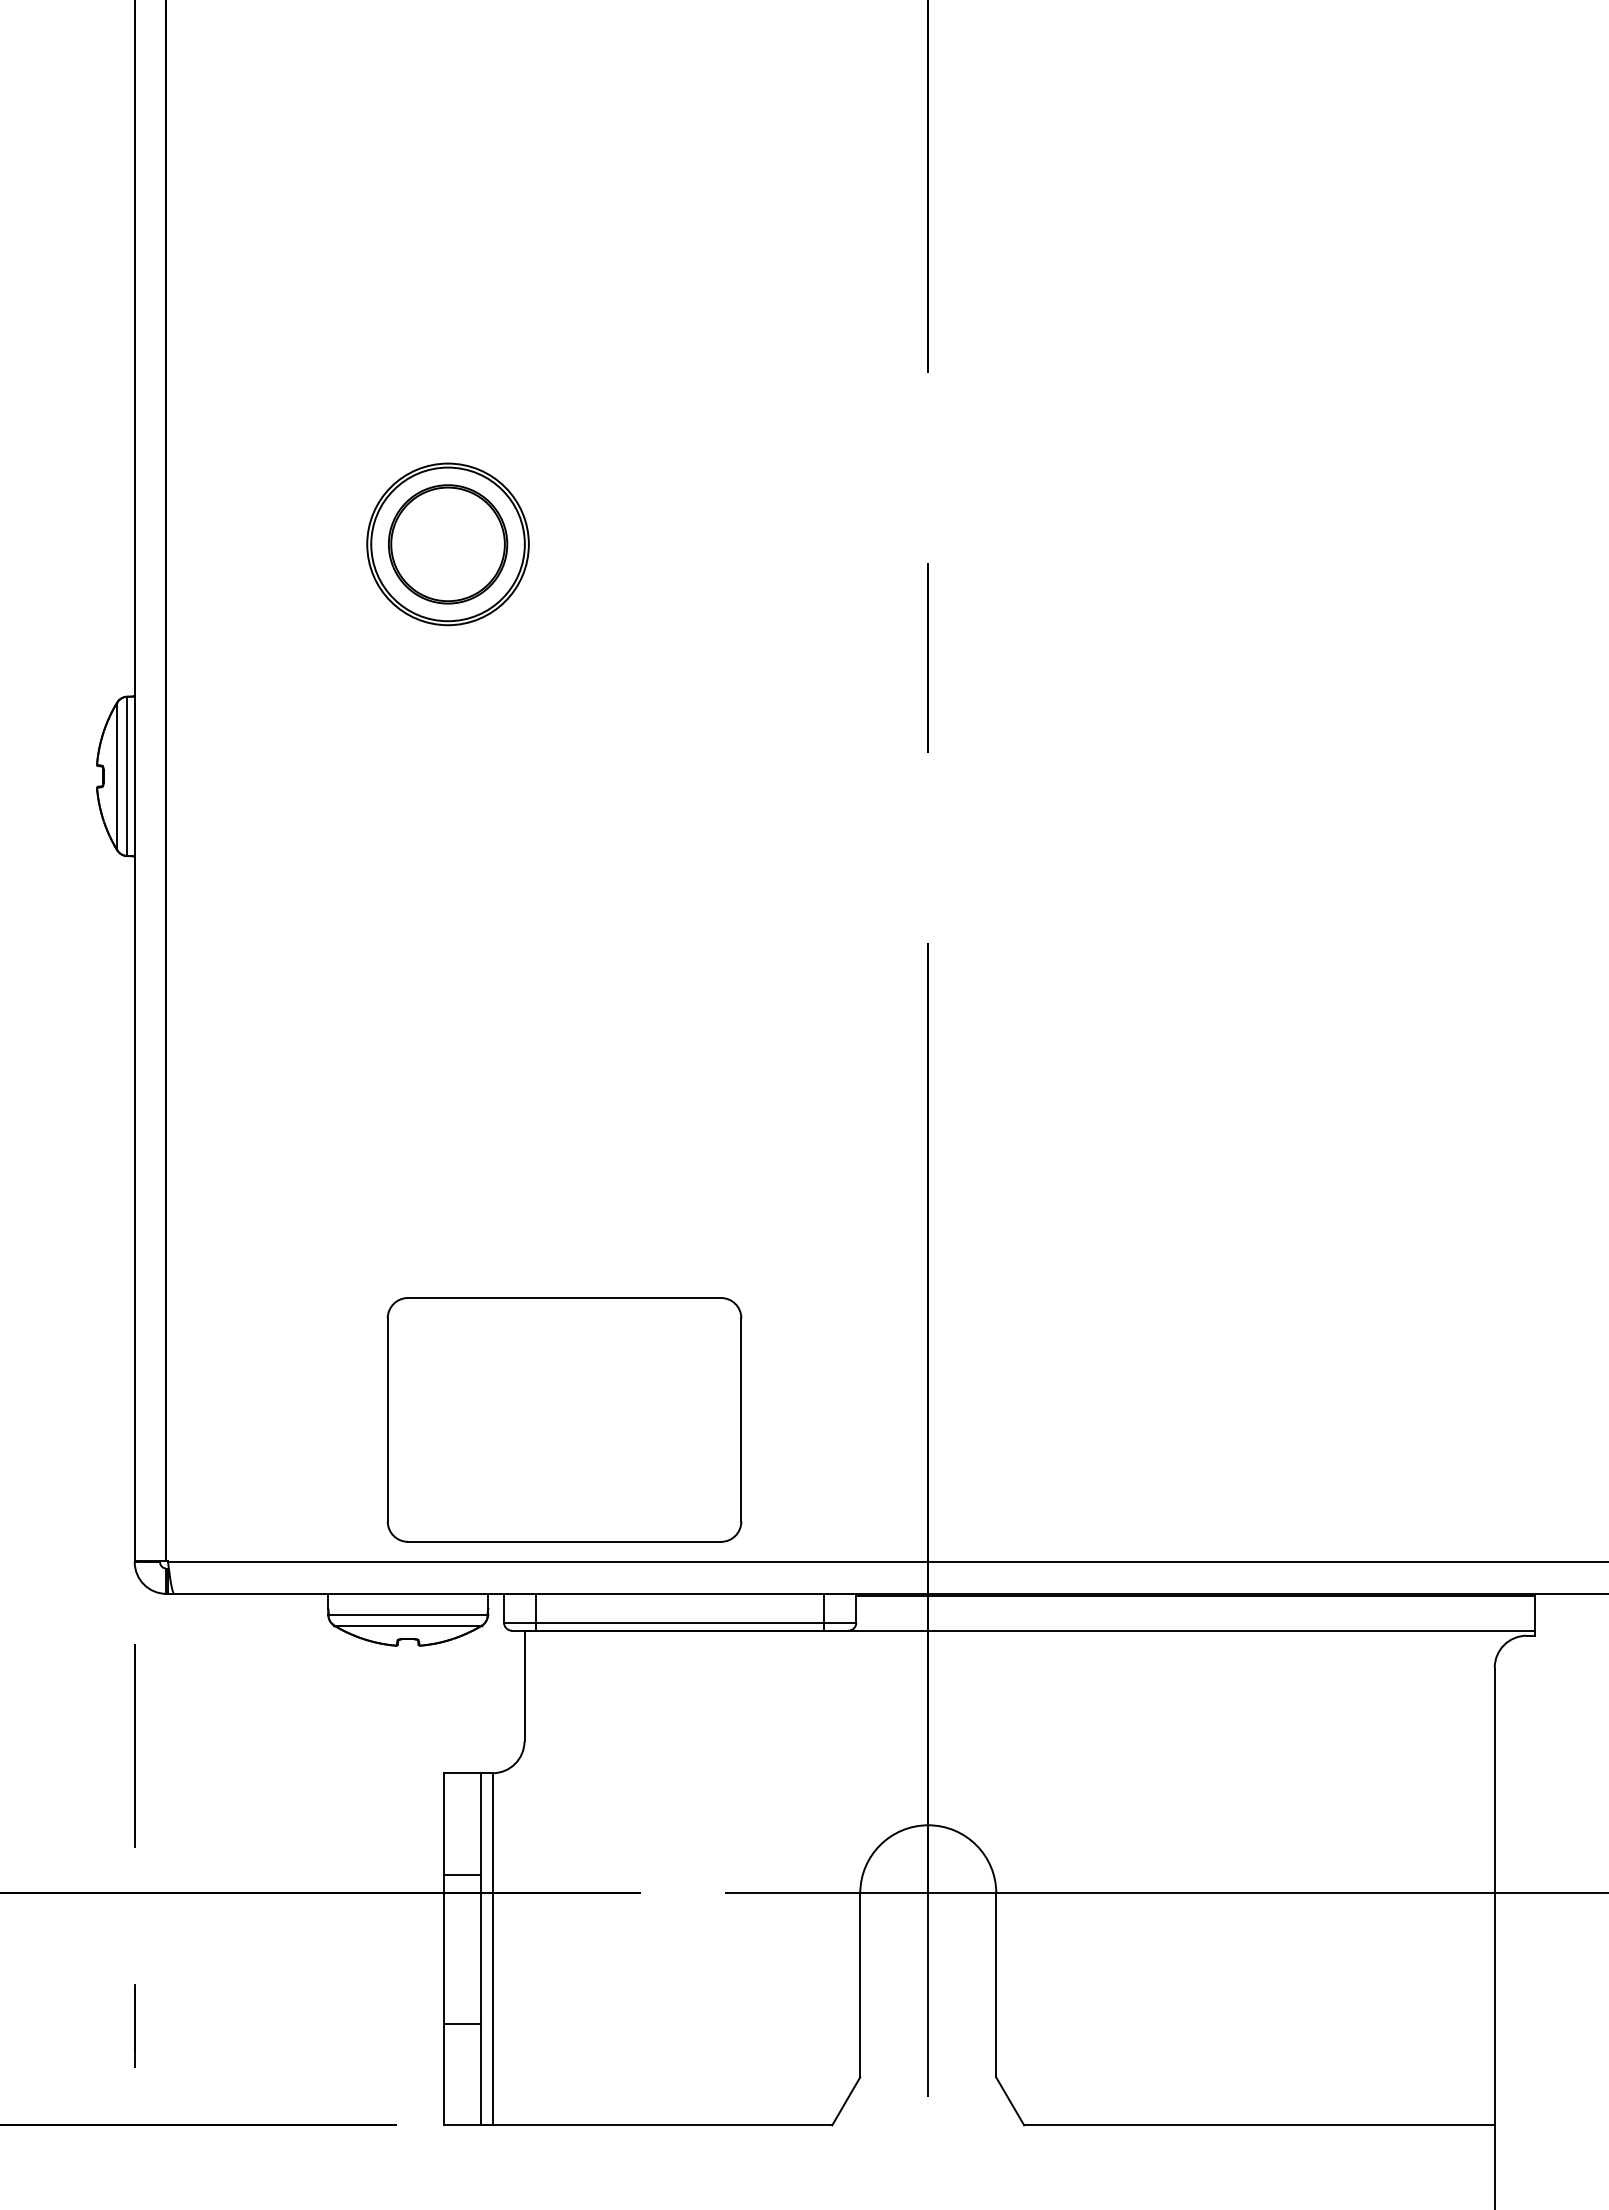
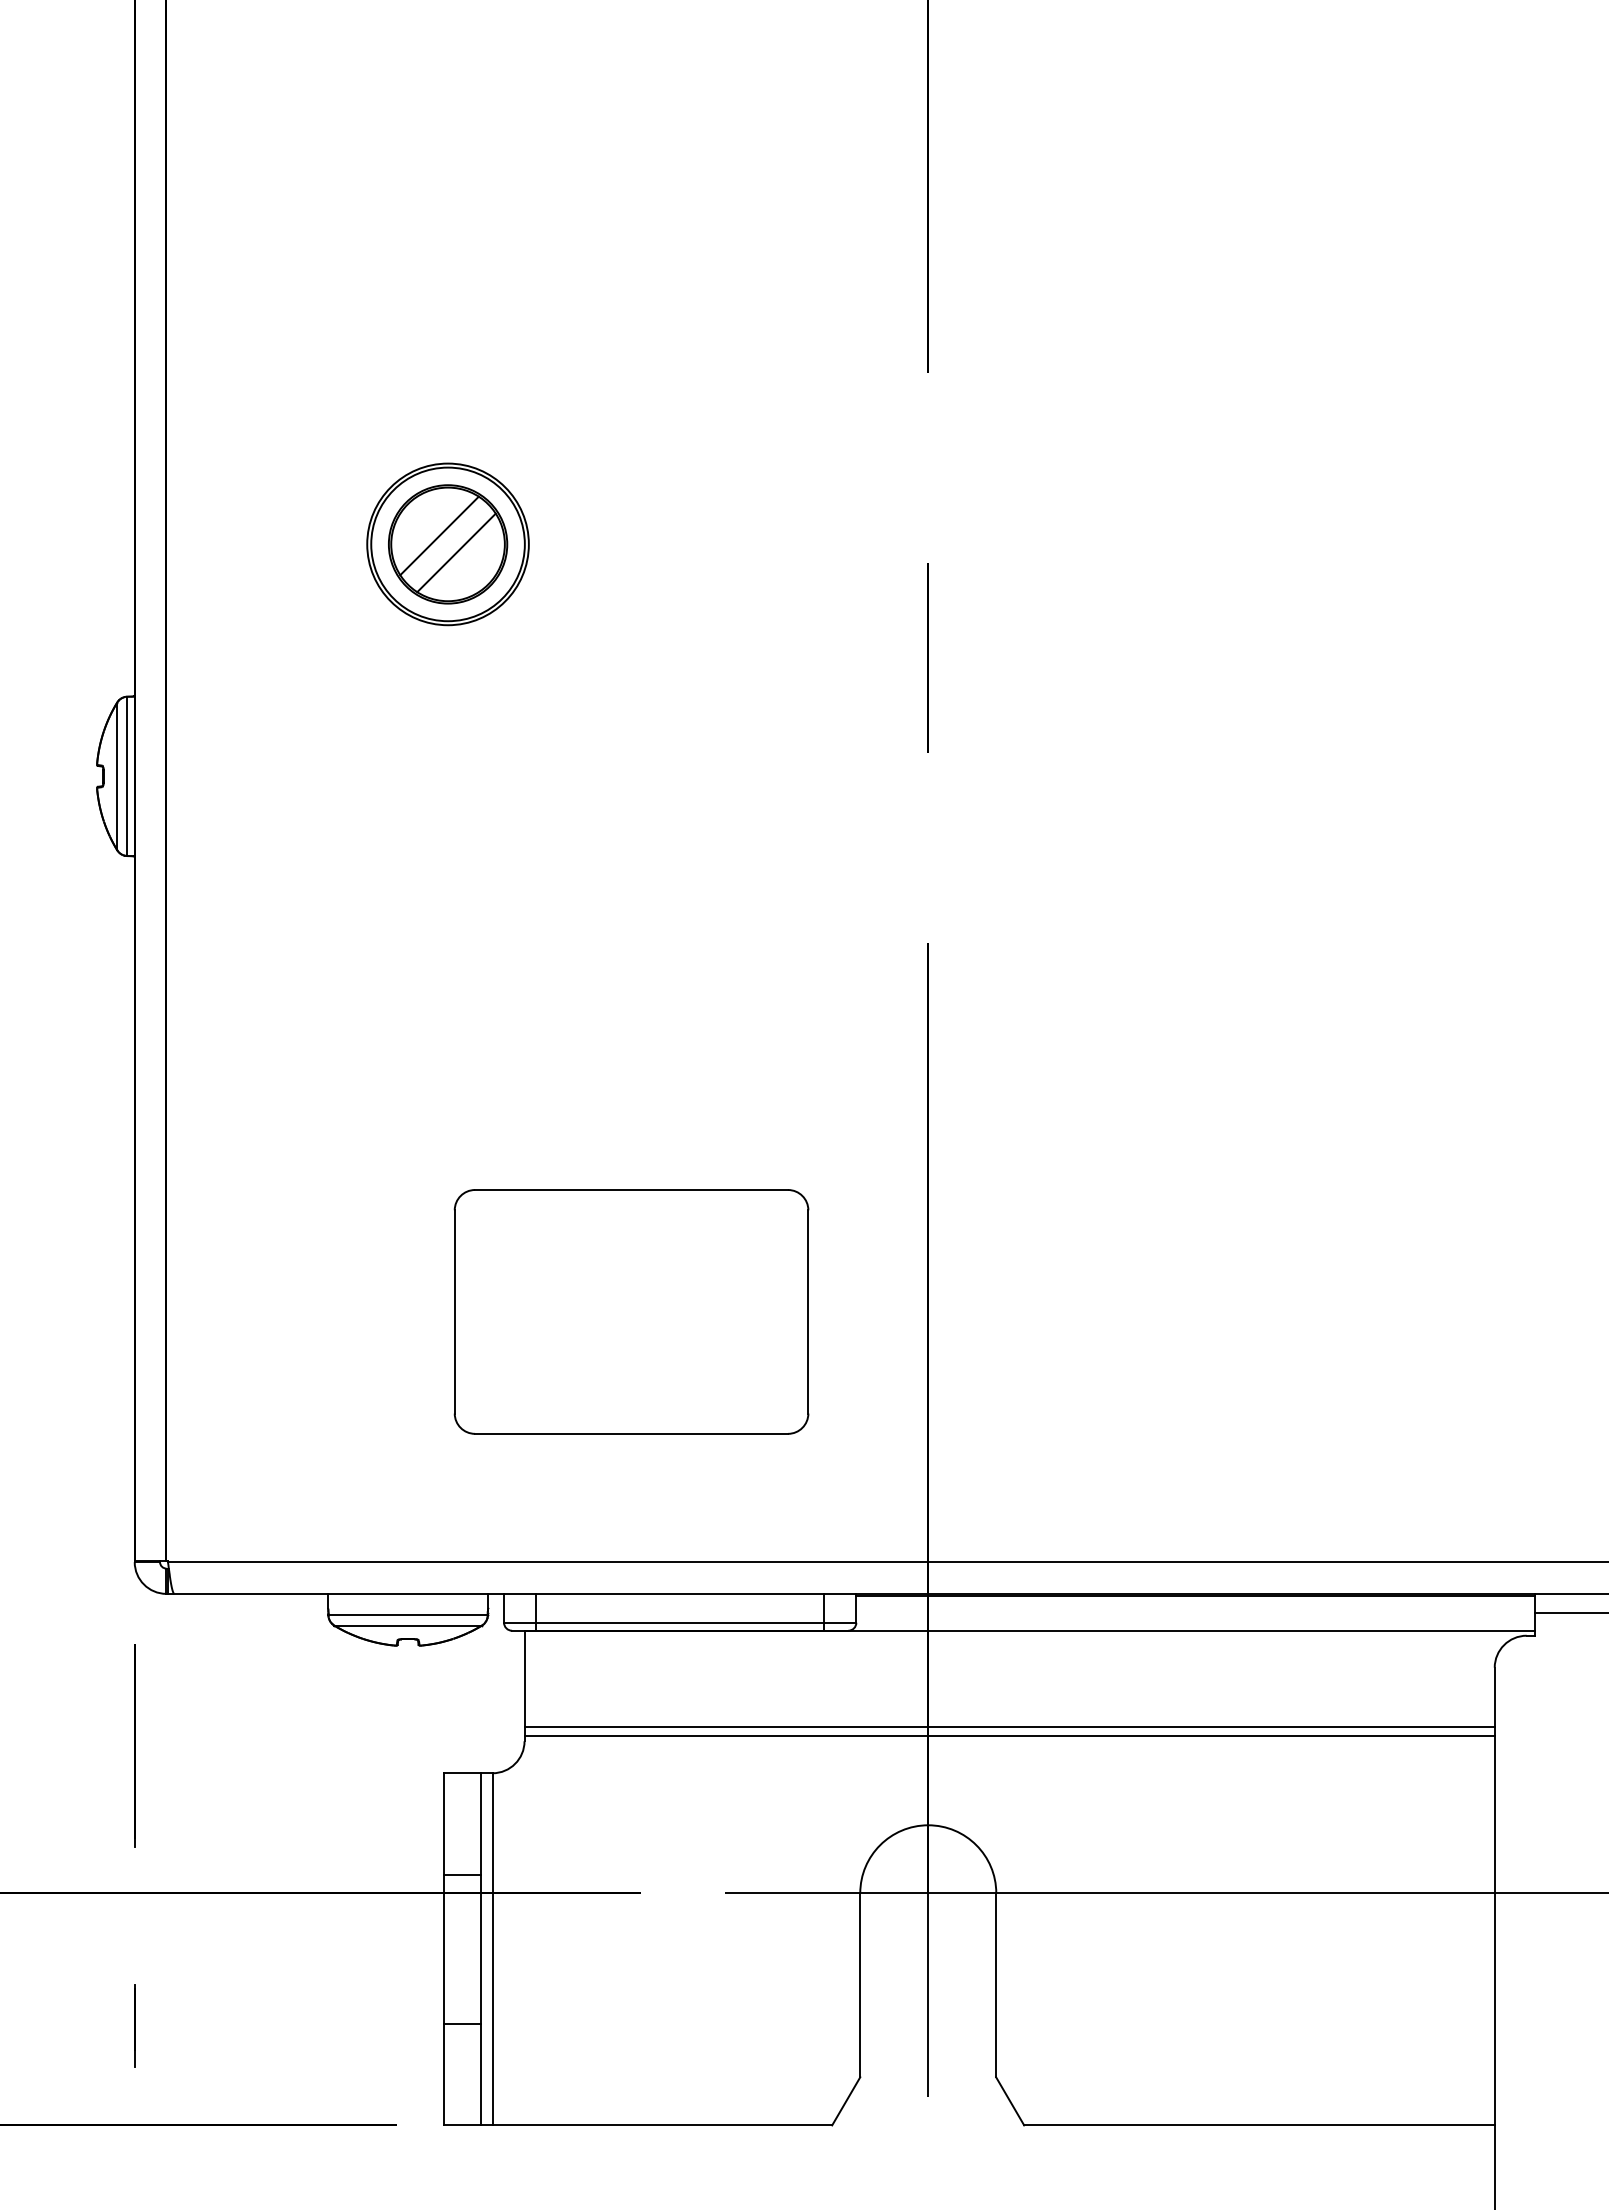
line at (439, 535): none -> present
line at (456, 552): none -> present
part at (564, 1419) position: (564, 1419) -> (631, 1311)
line at (1569, 1613): none -> present
line at (1009, 1727): none -> present
line at (1009, 1735): none -> present
